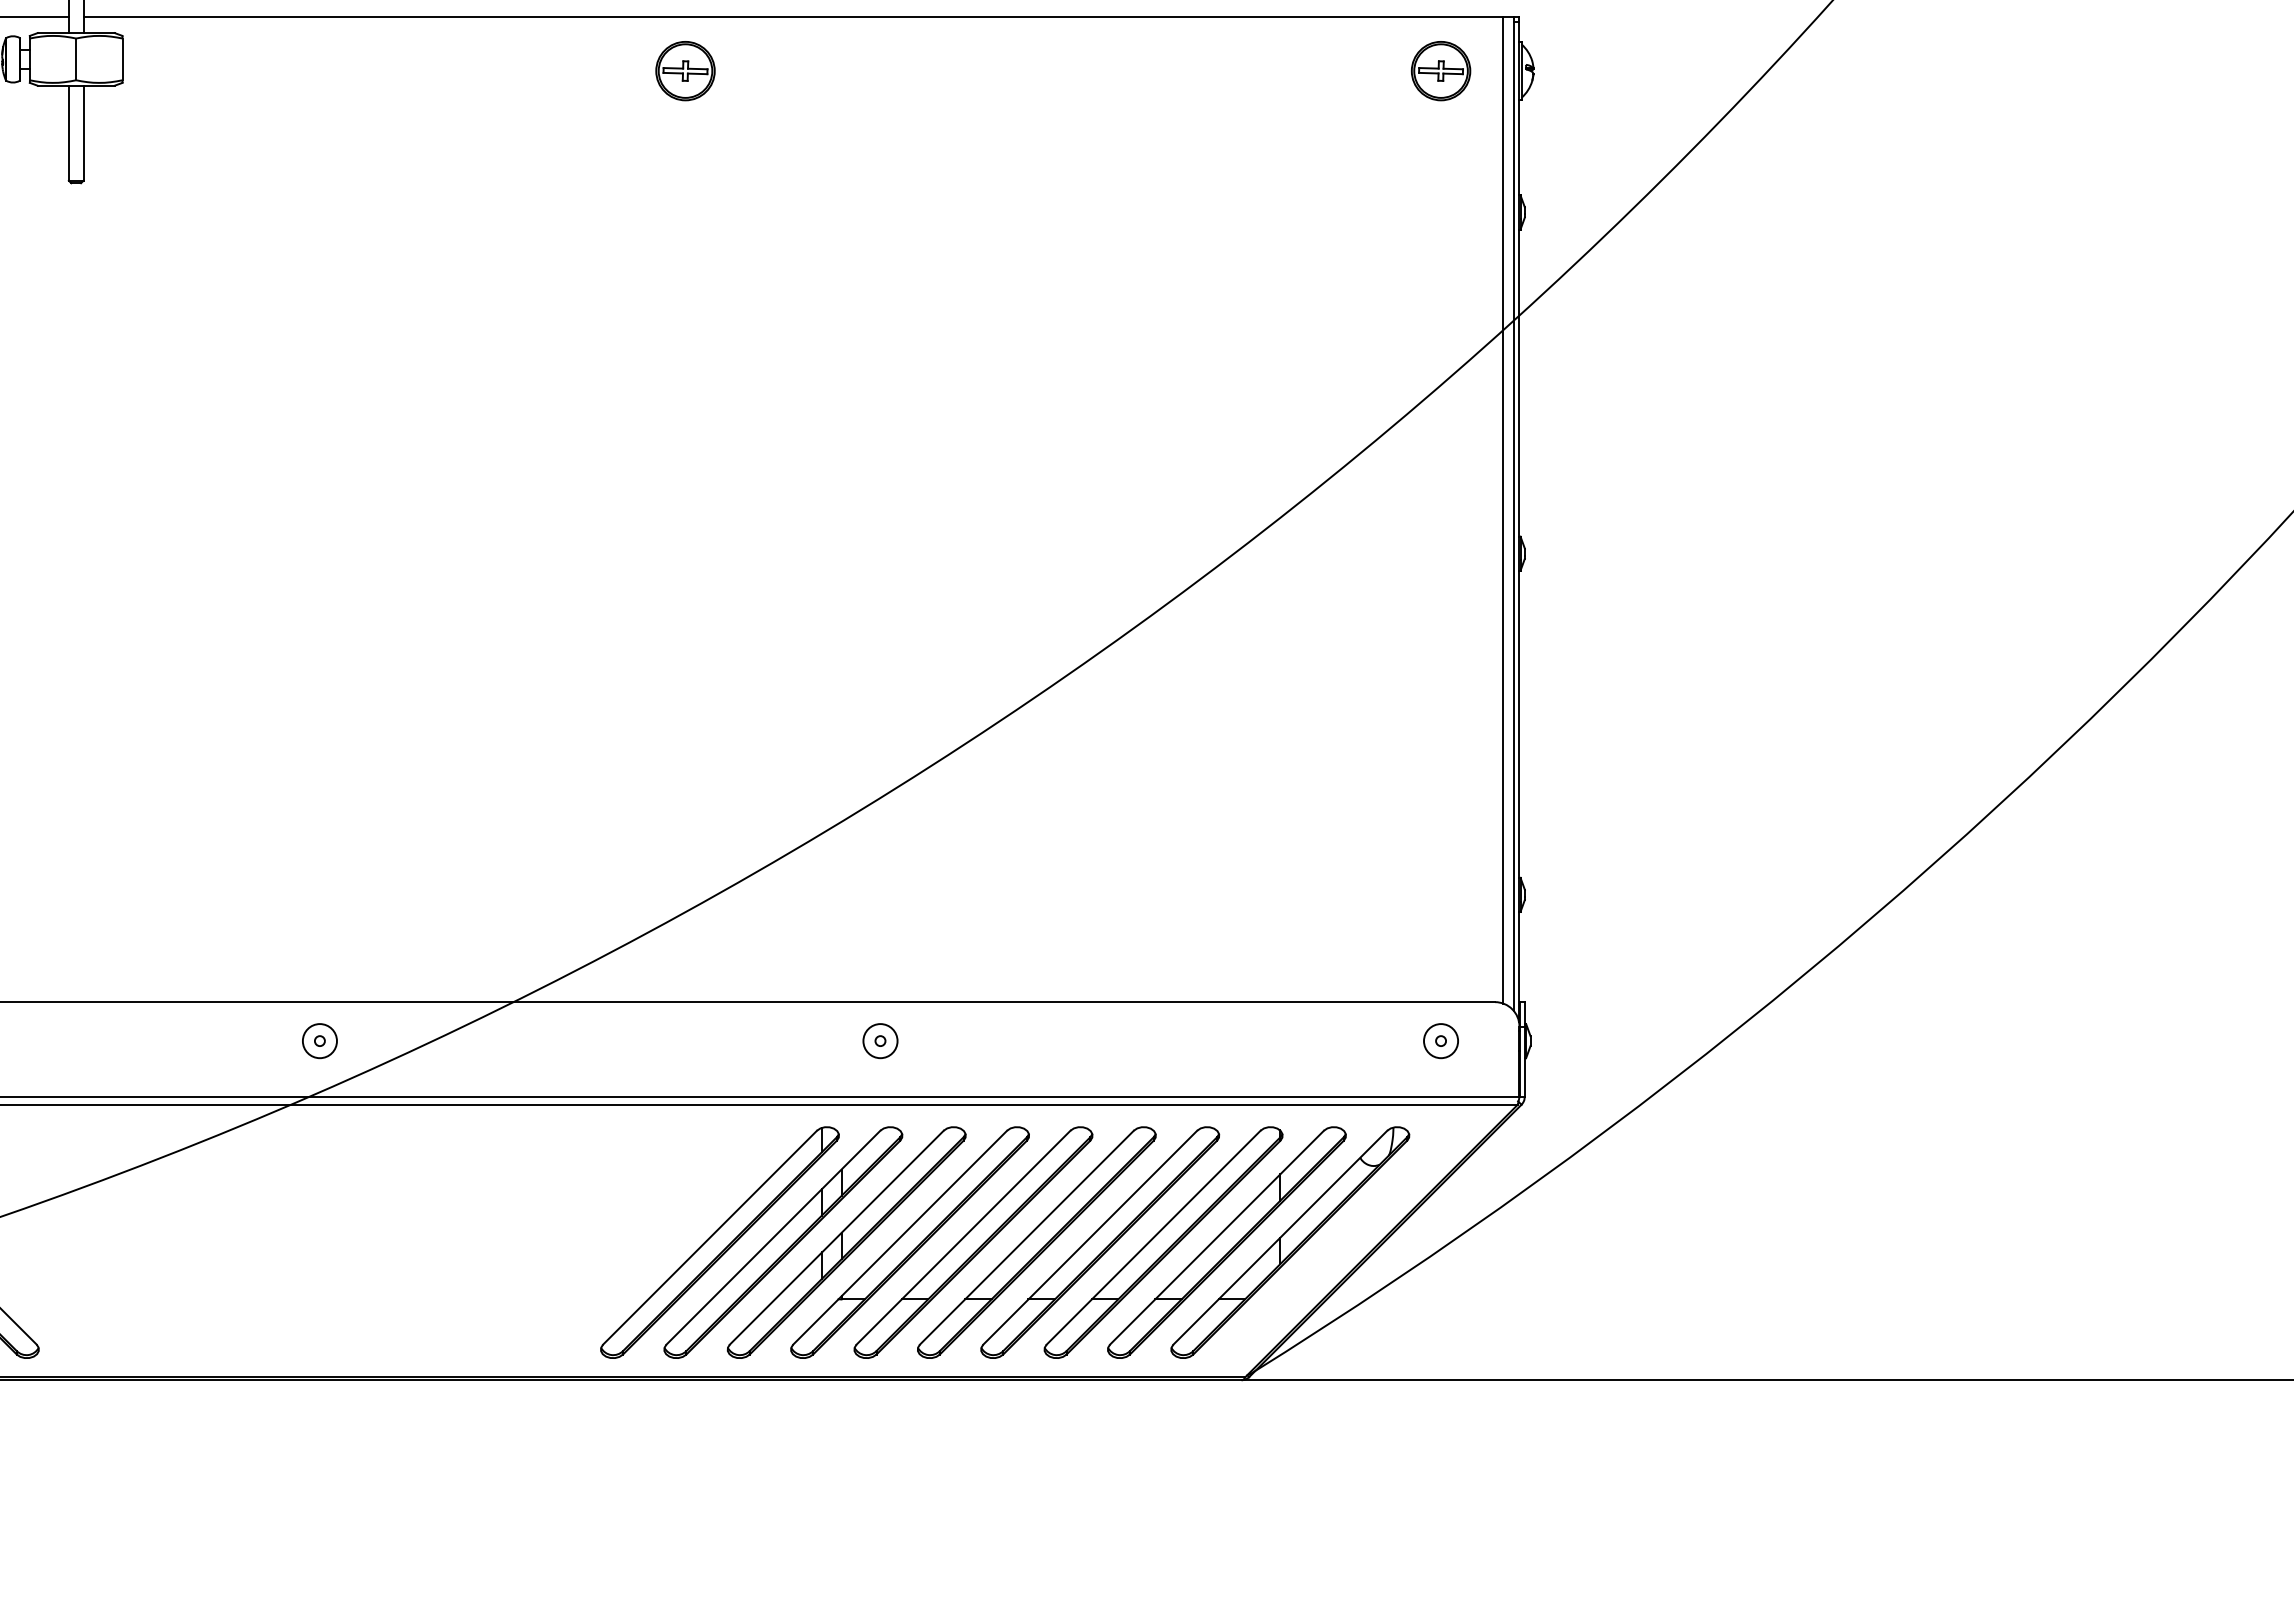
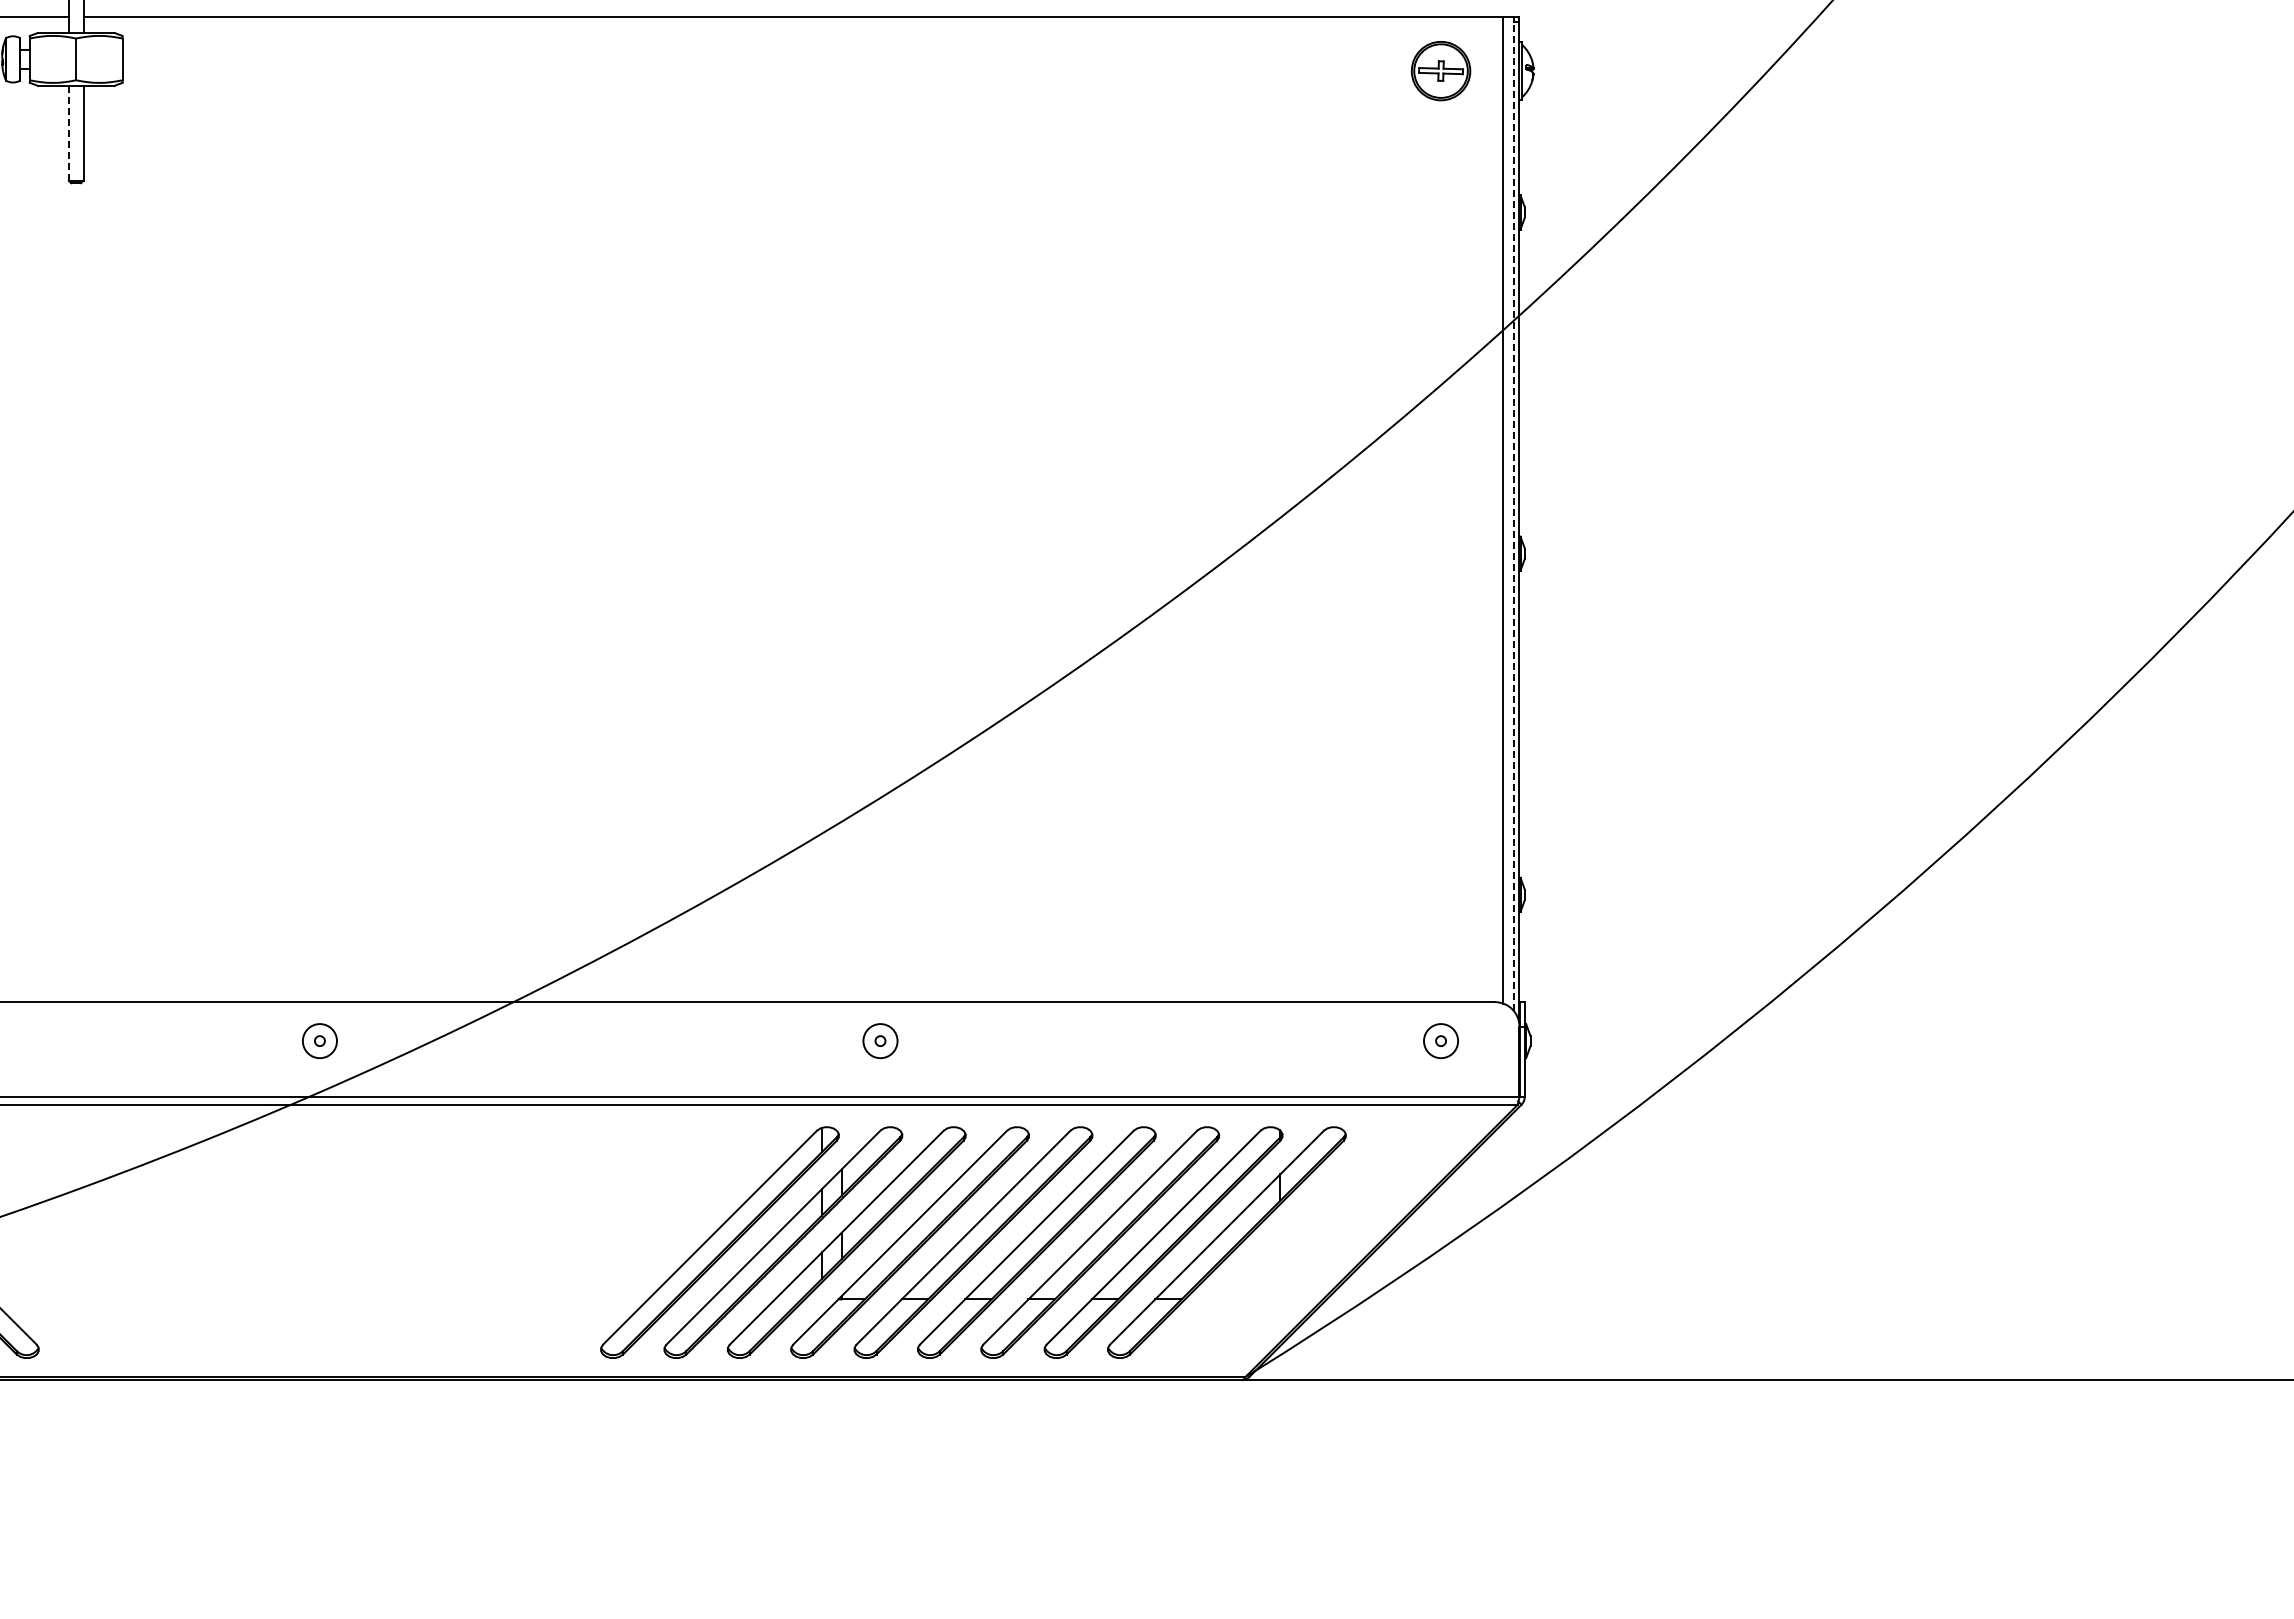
part at (685, 71): present -> none
line at (68, 133): solid -> dashed
line at (1514, 516): solid -> dashed
part at (1290, 1242): present -> none
